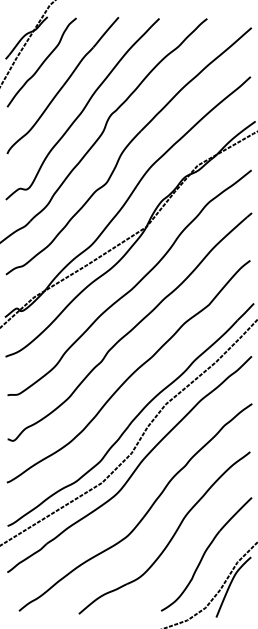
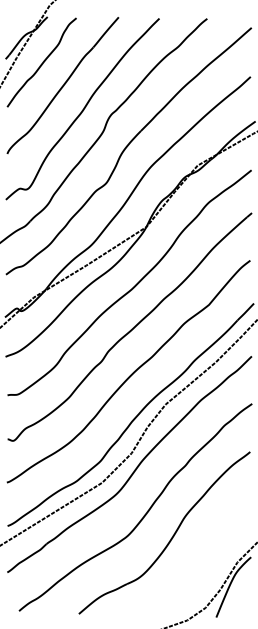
part at (206, 554): present -> none
